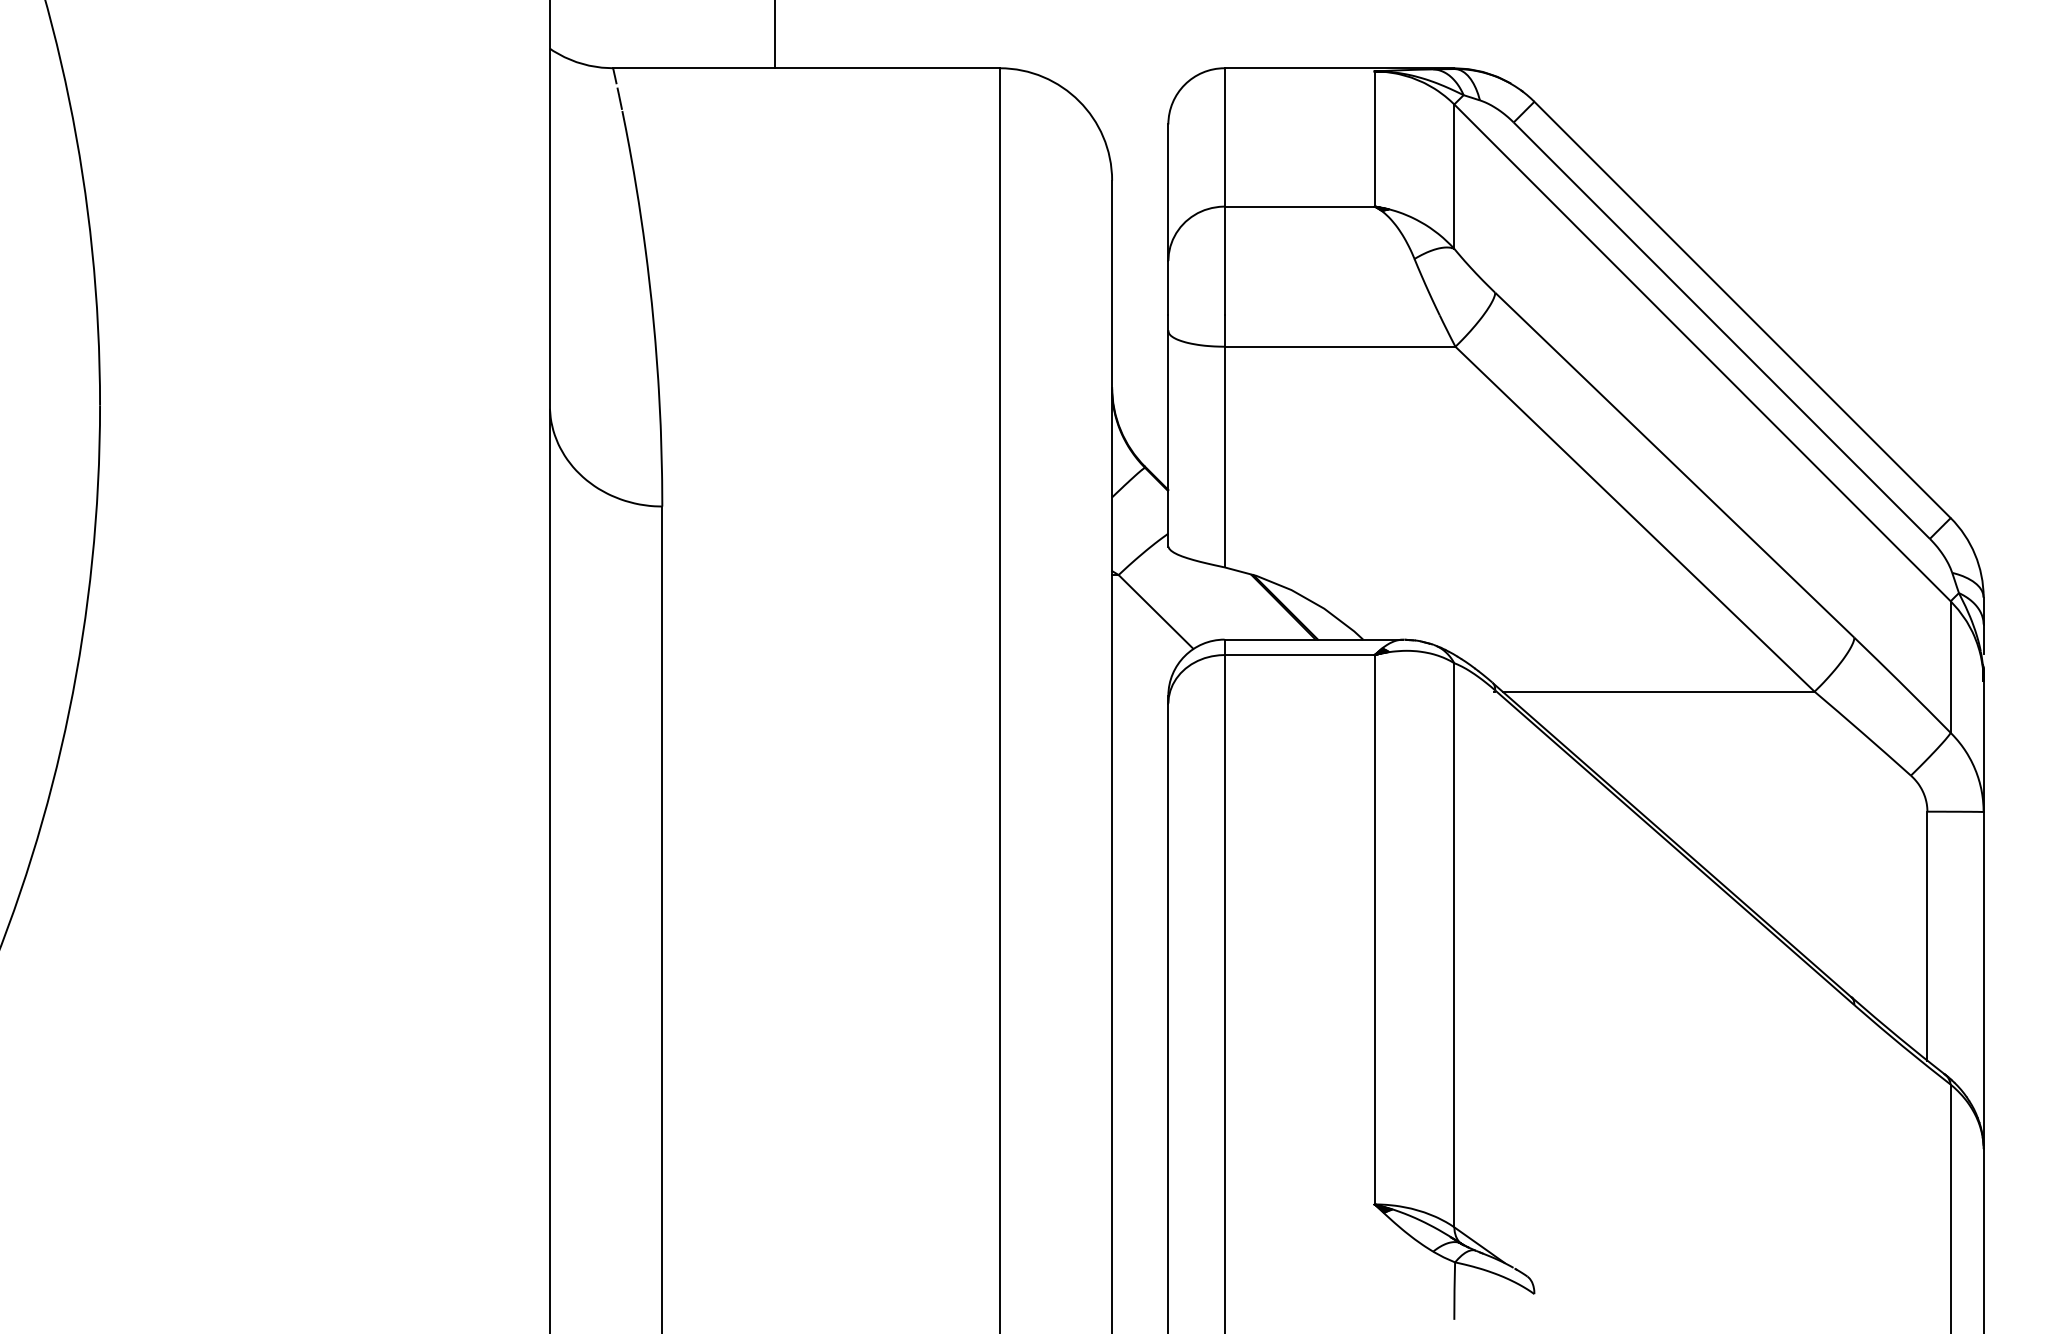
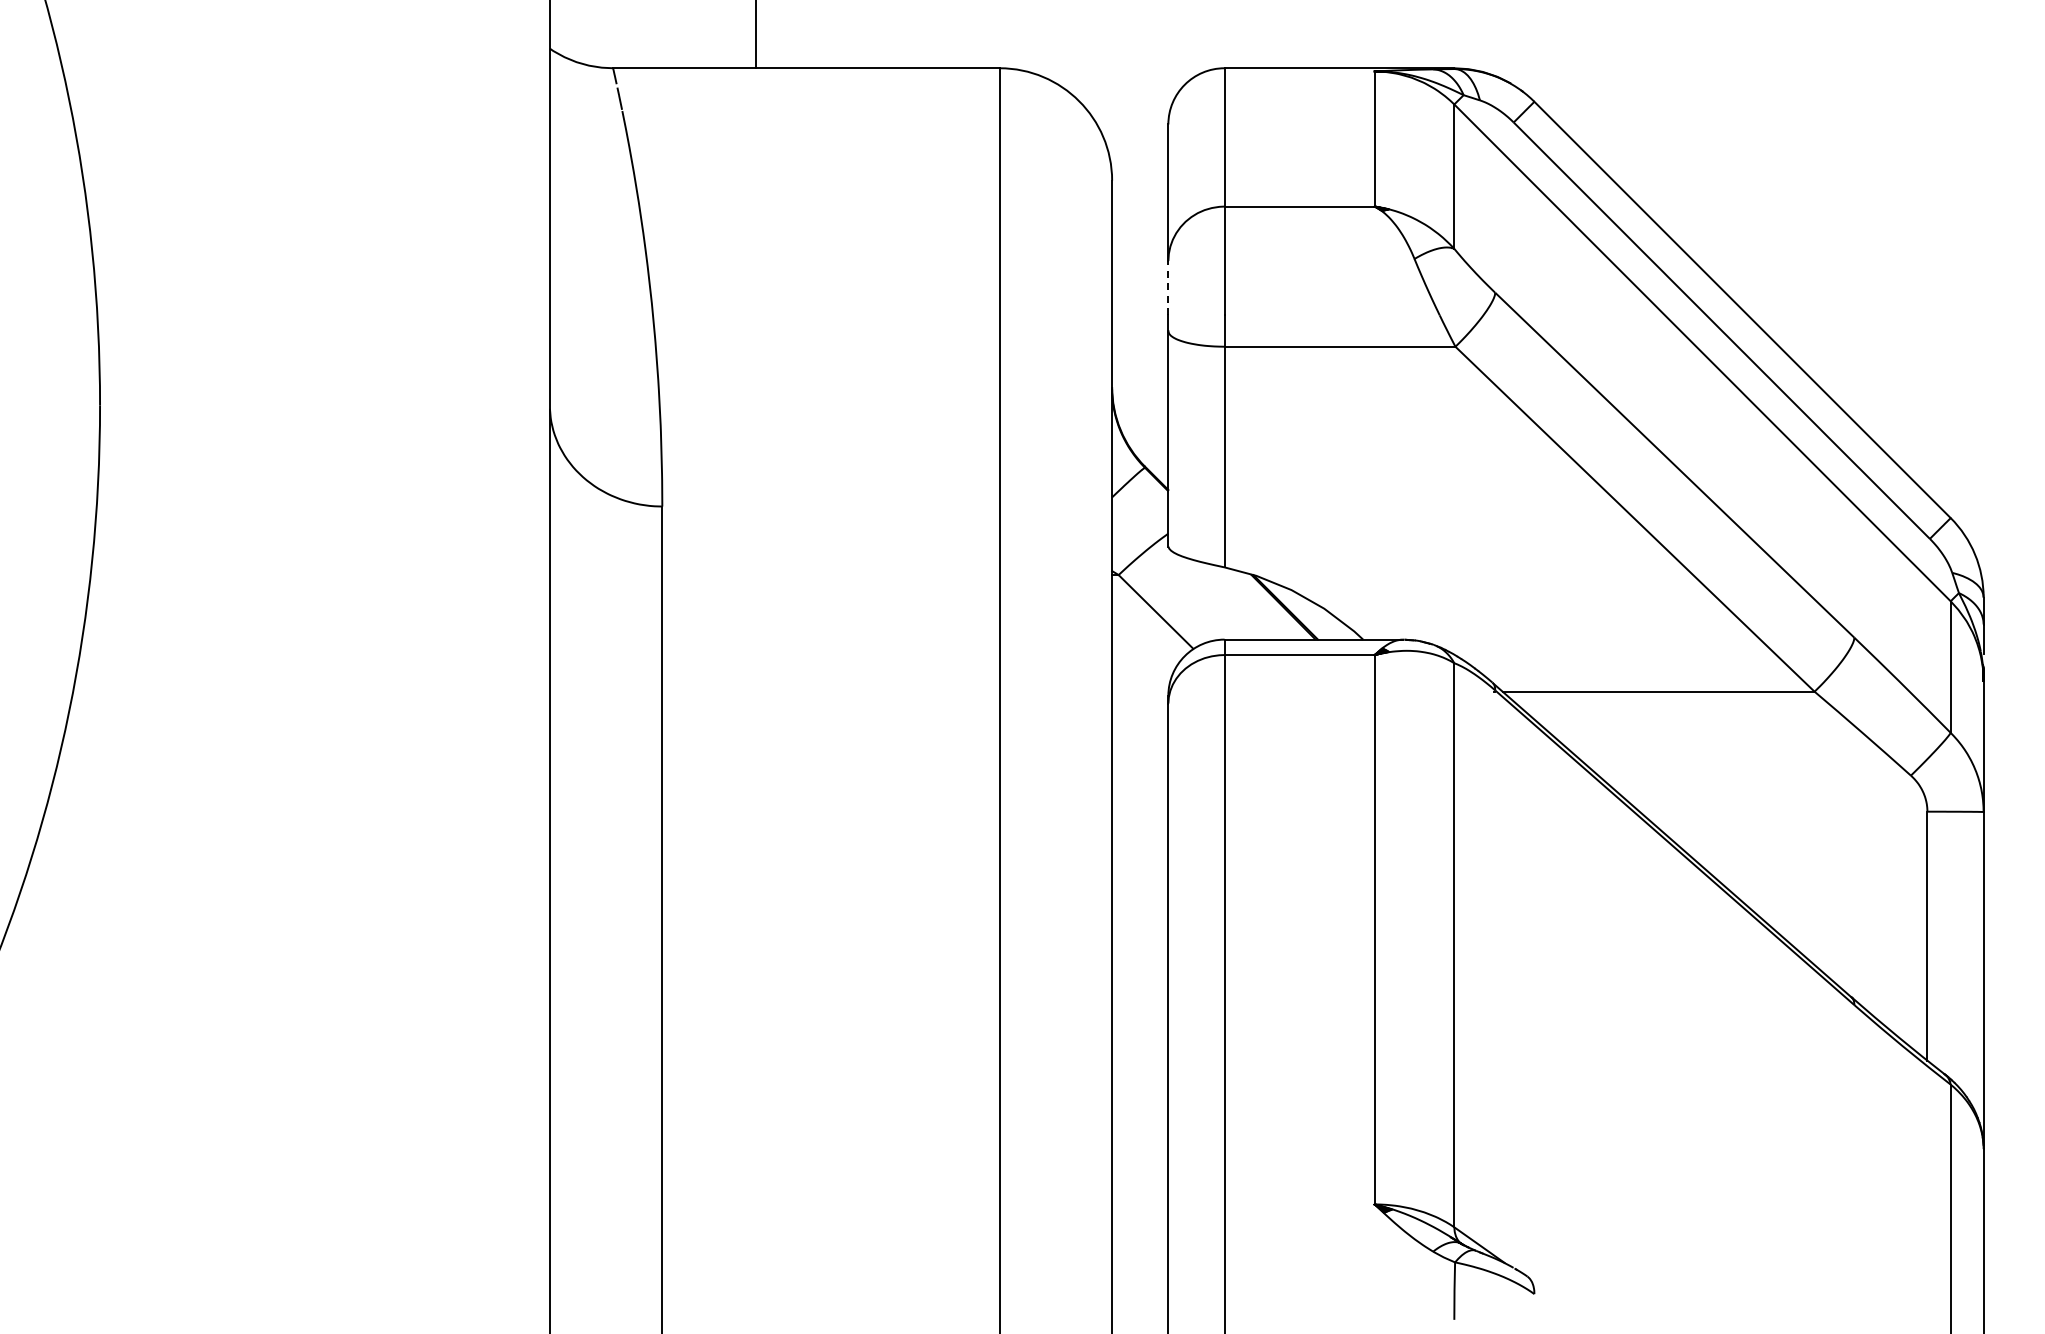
line at (774, 35) position: (774, 35) -> (755, 35)
line at (1168, 287): solid -> dashed
